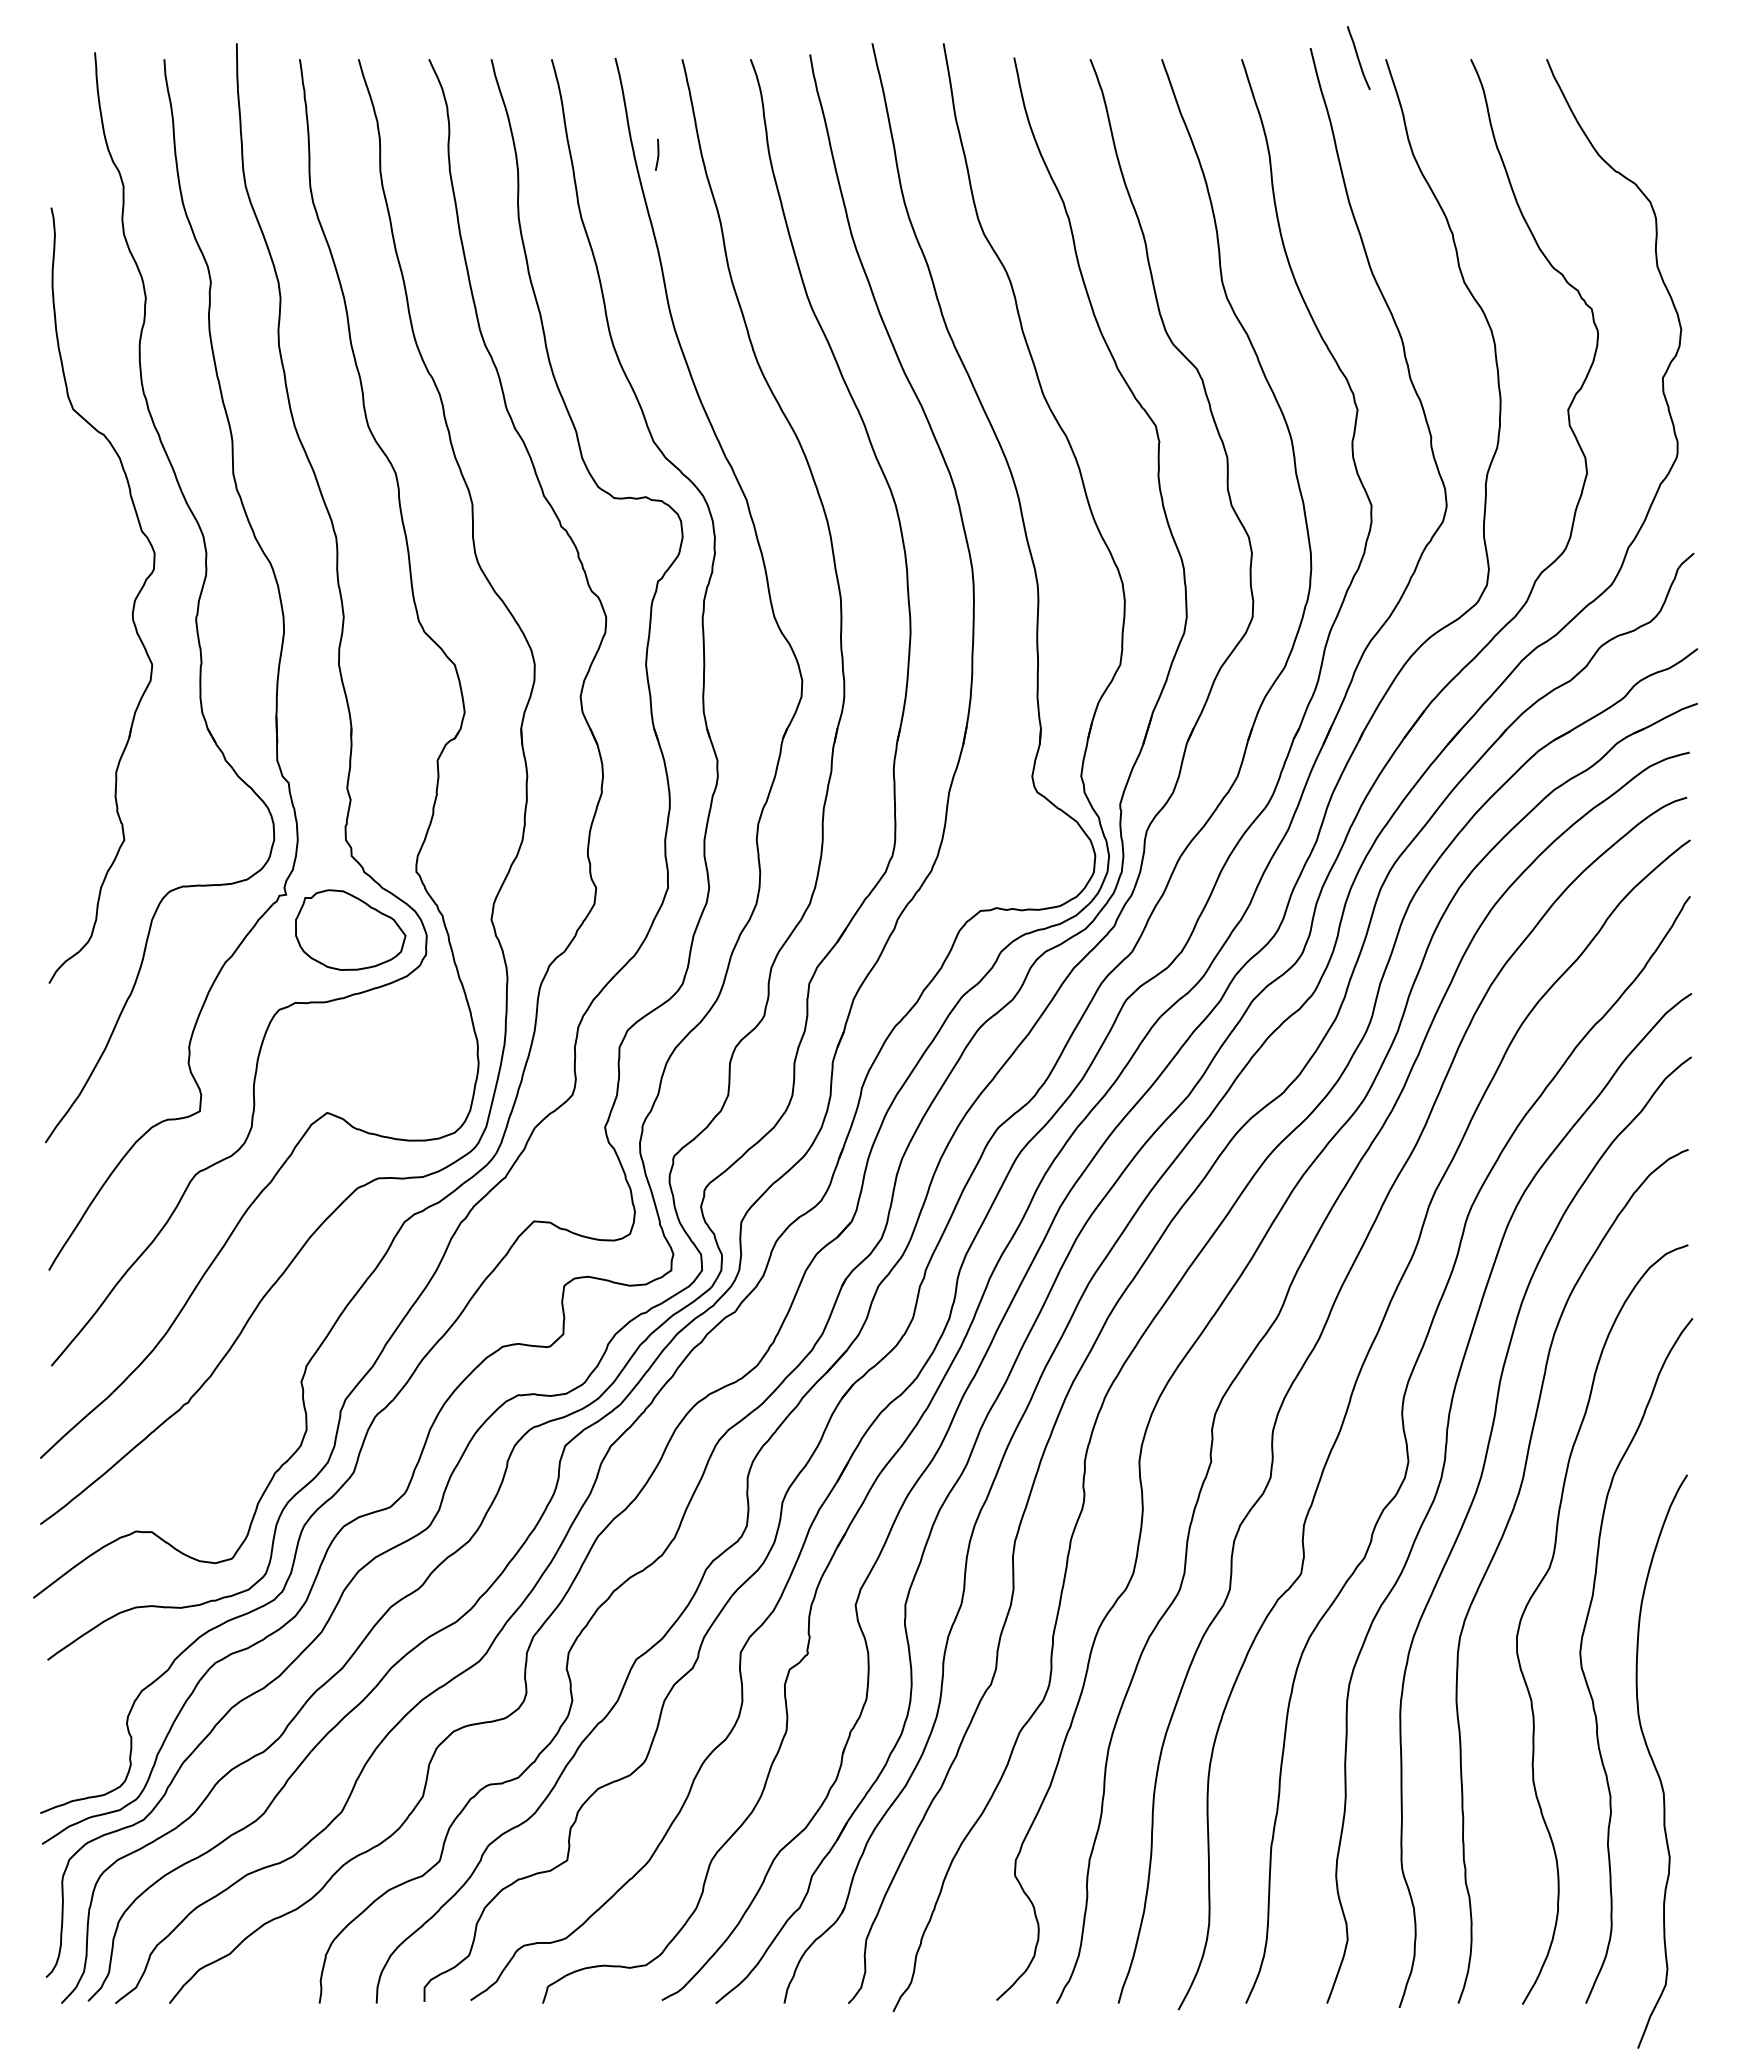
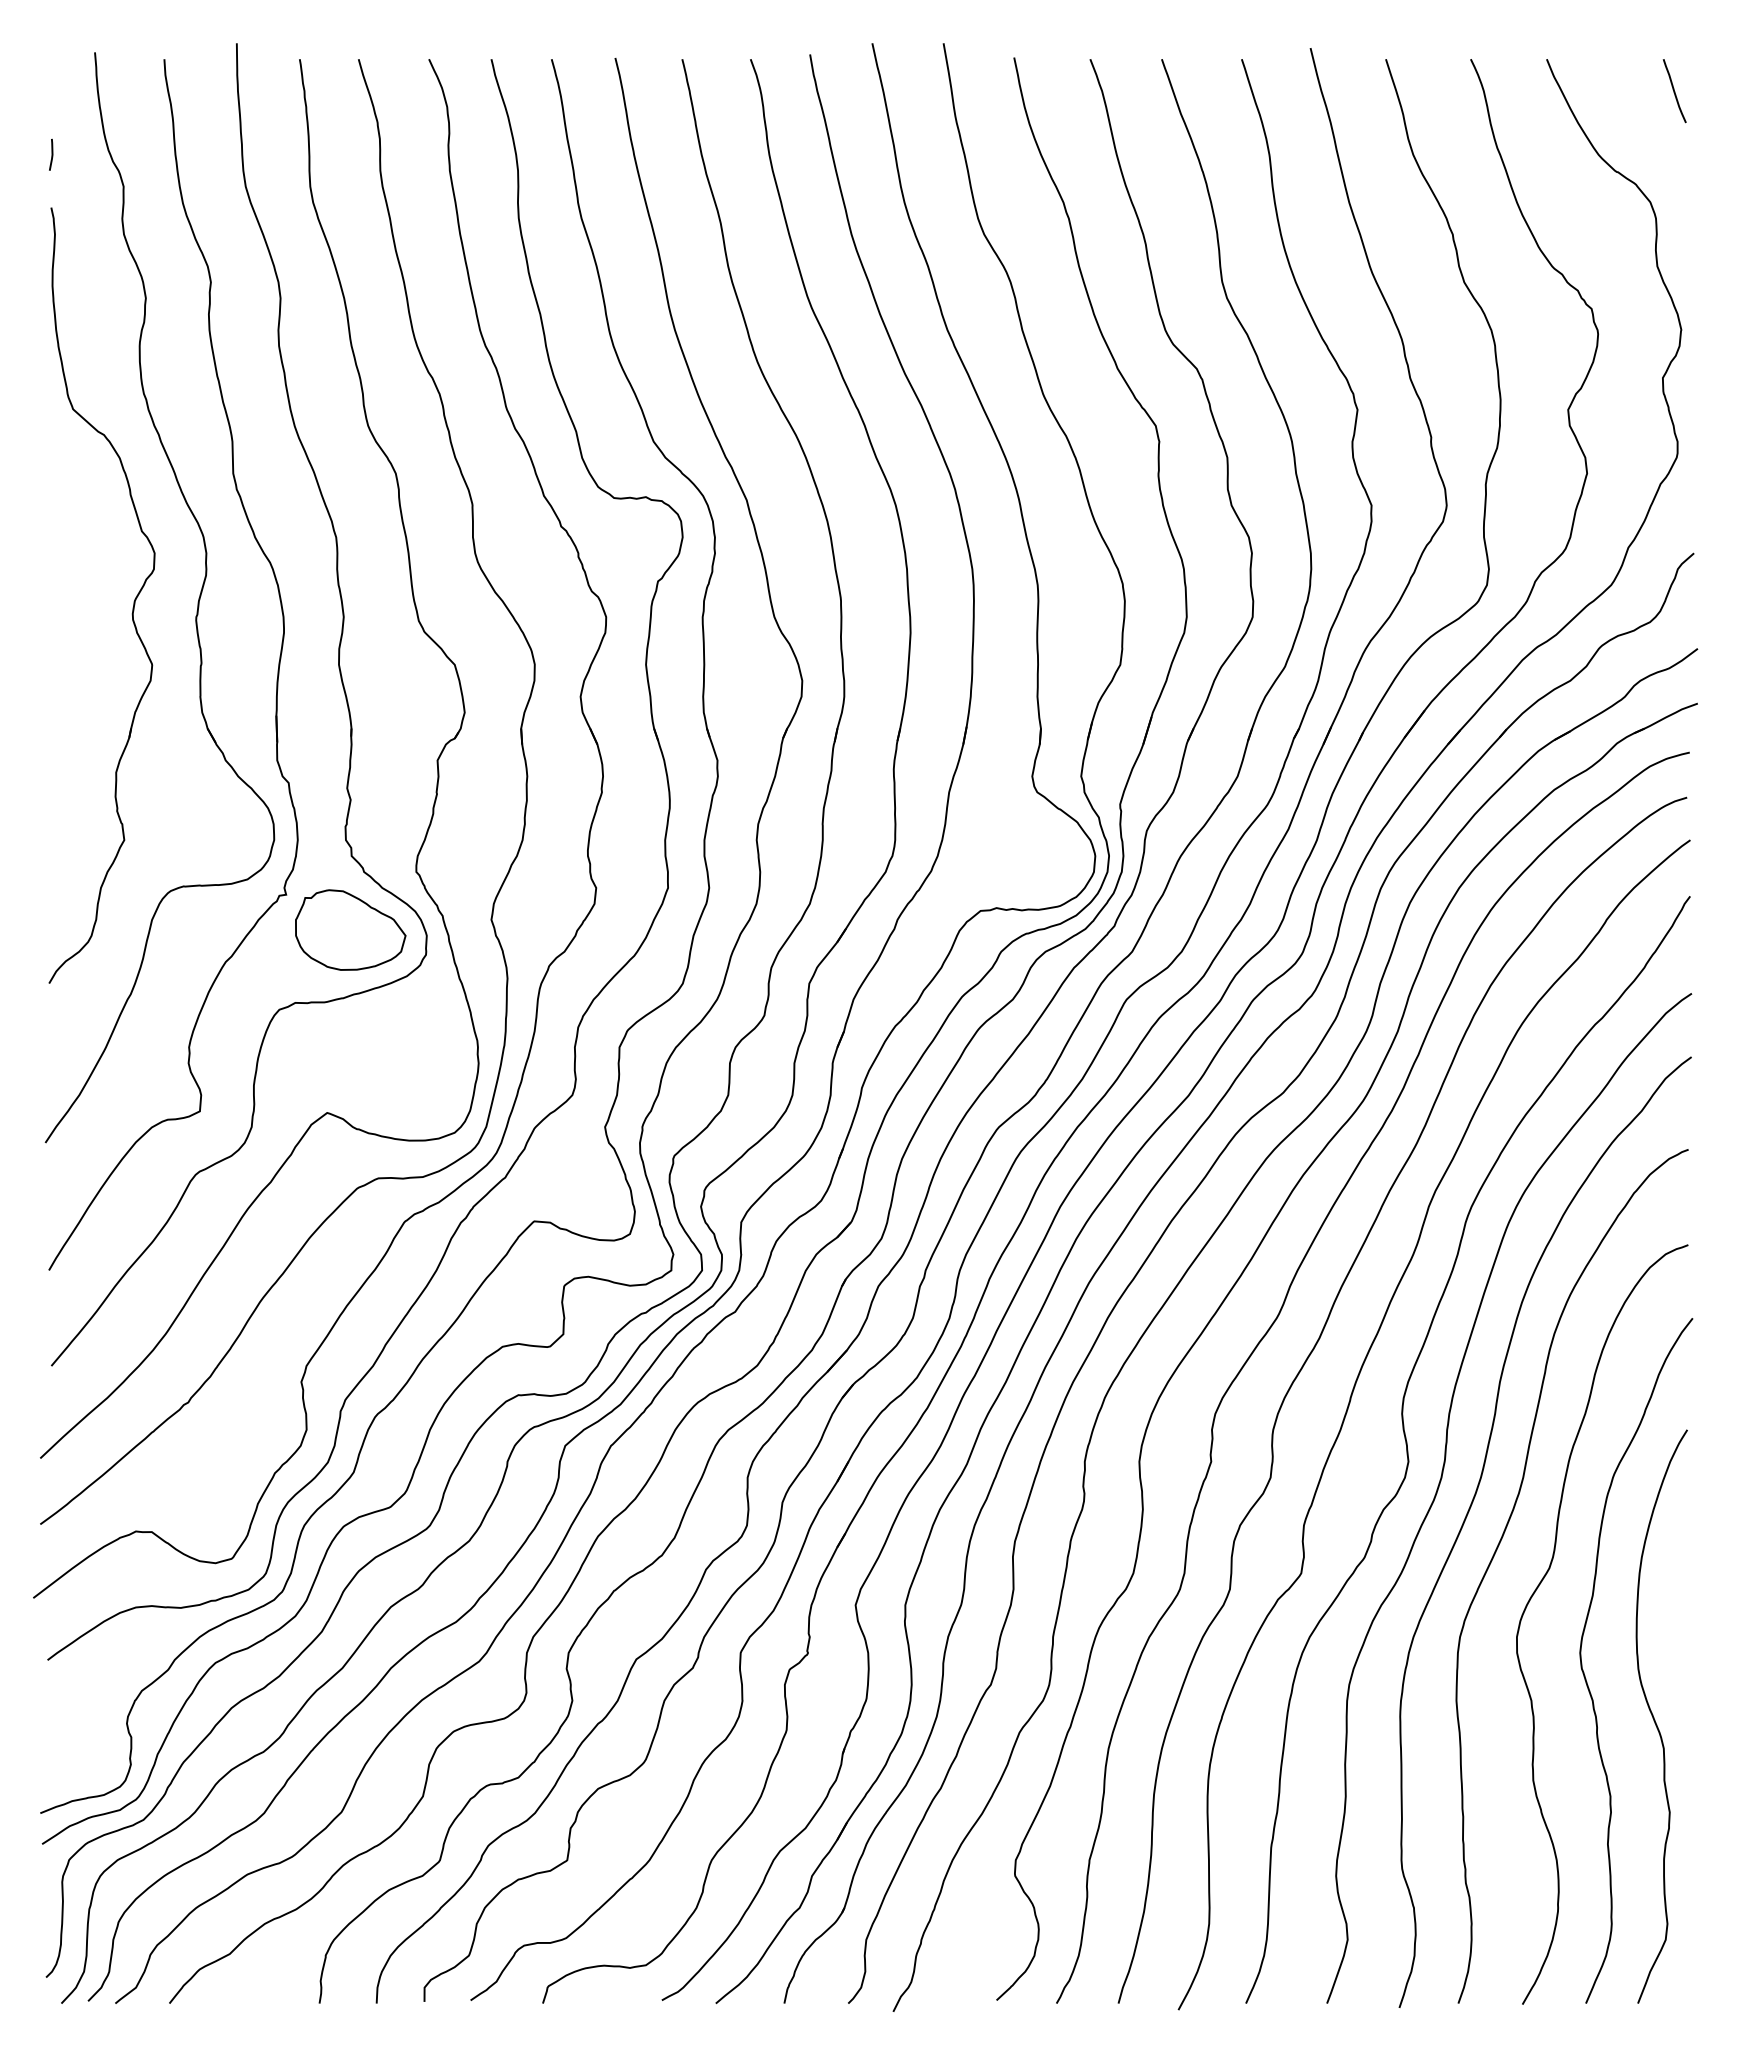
curve at (1358, 58) position: (1358, 58) -> (1674, 91)
line at (657, 154) position: (657, 154) -> (51, 154)
curve at (1655, 1764) position: (1655, 1764) -> (1655, 1719)
